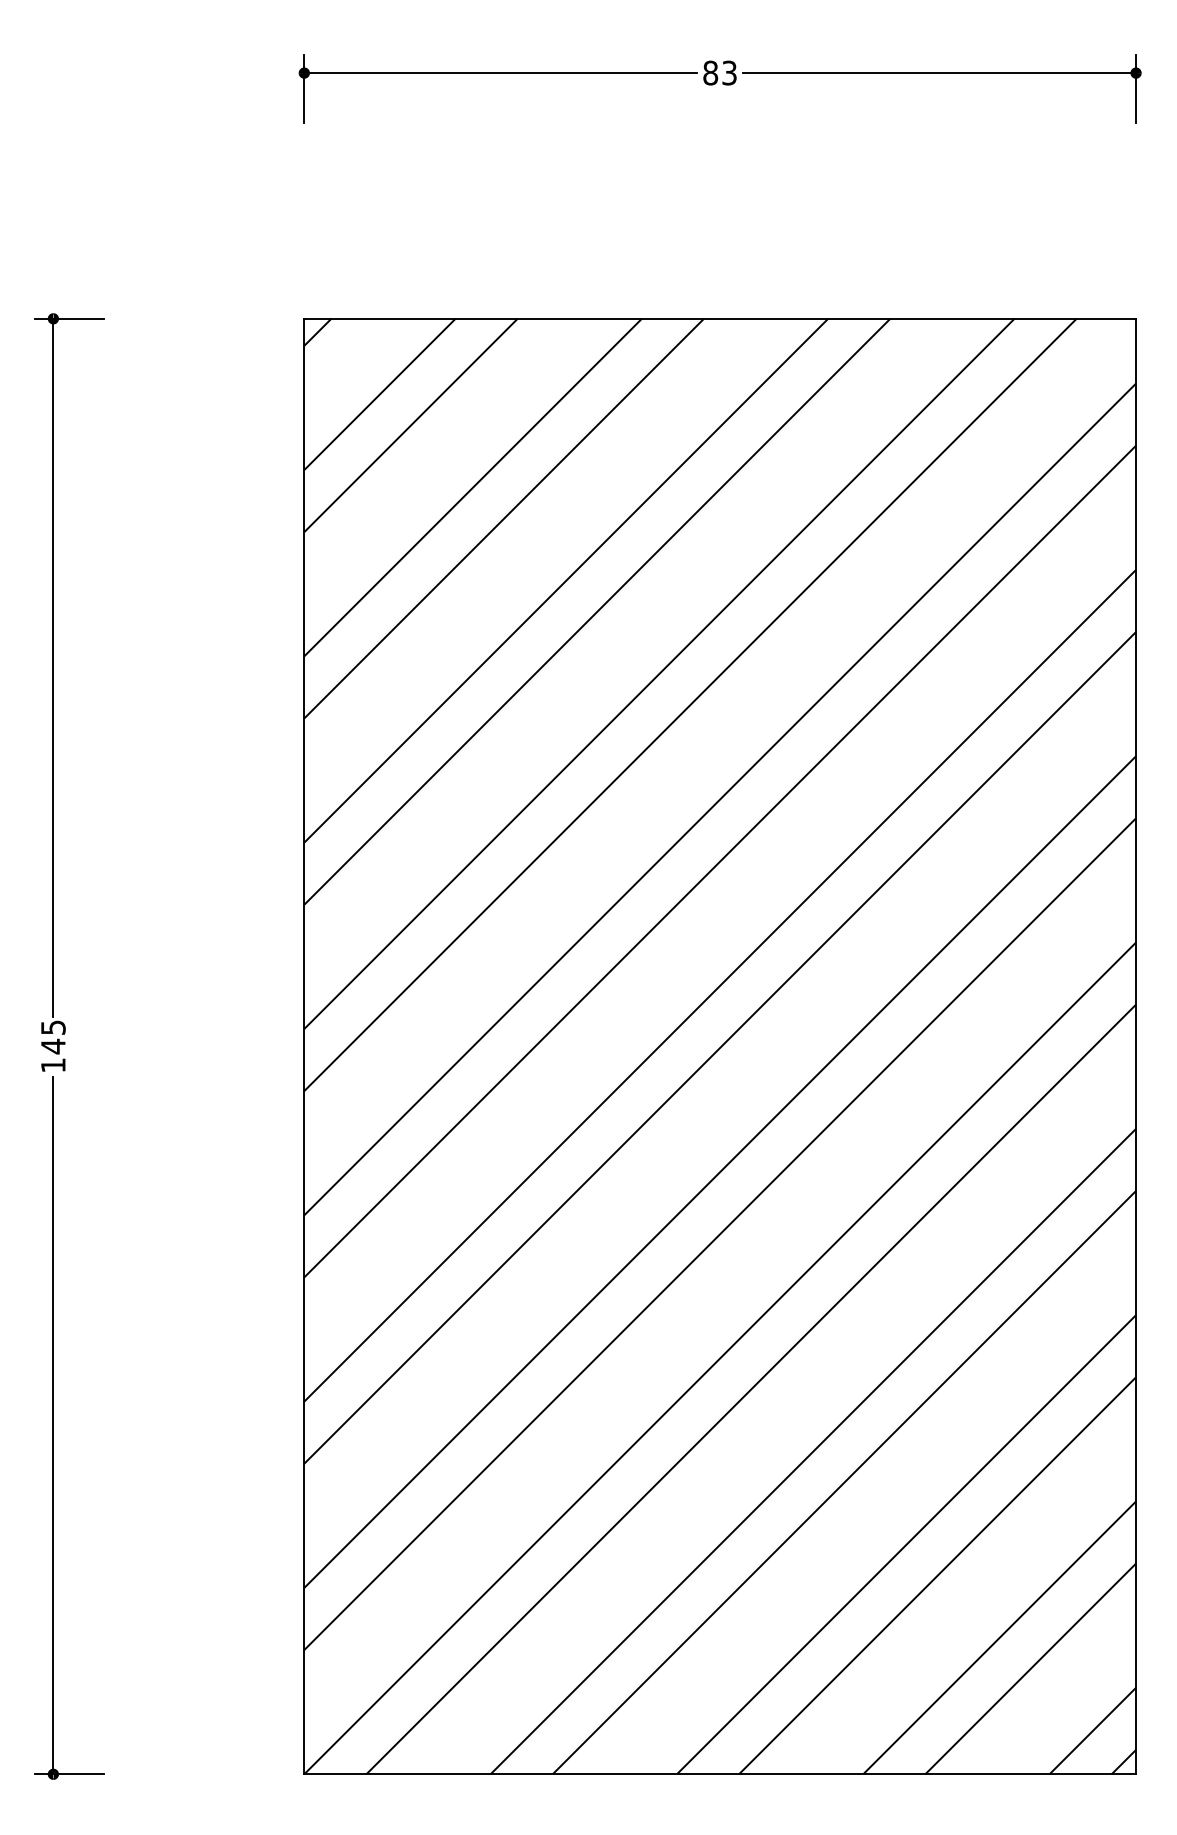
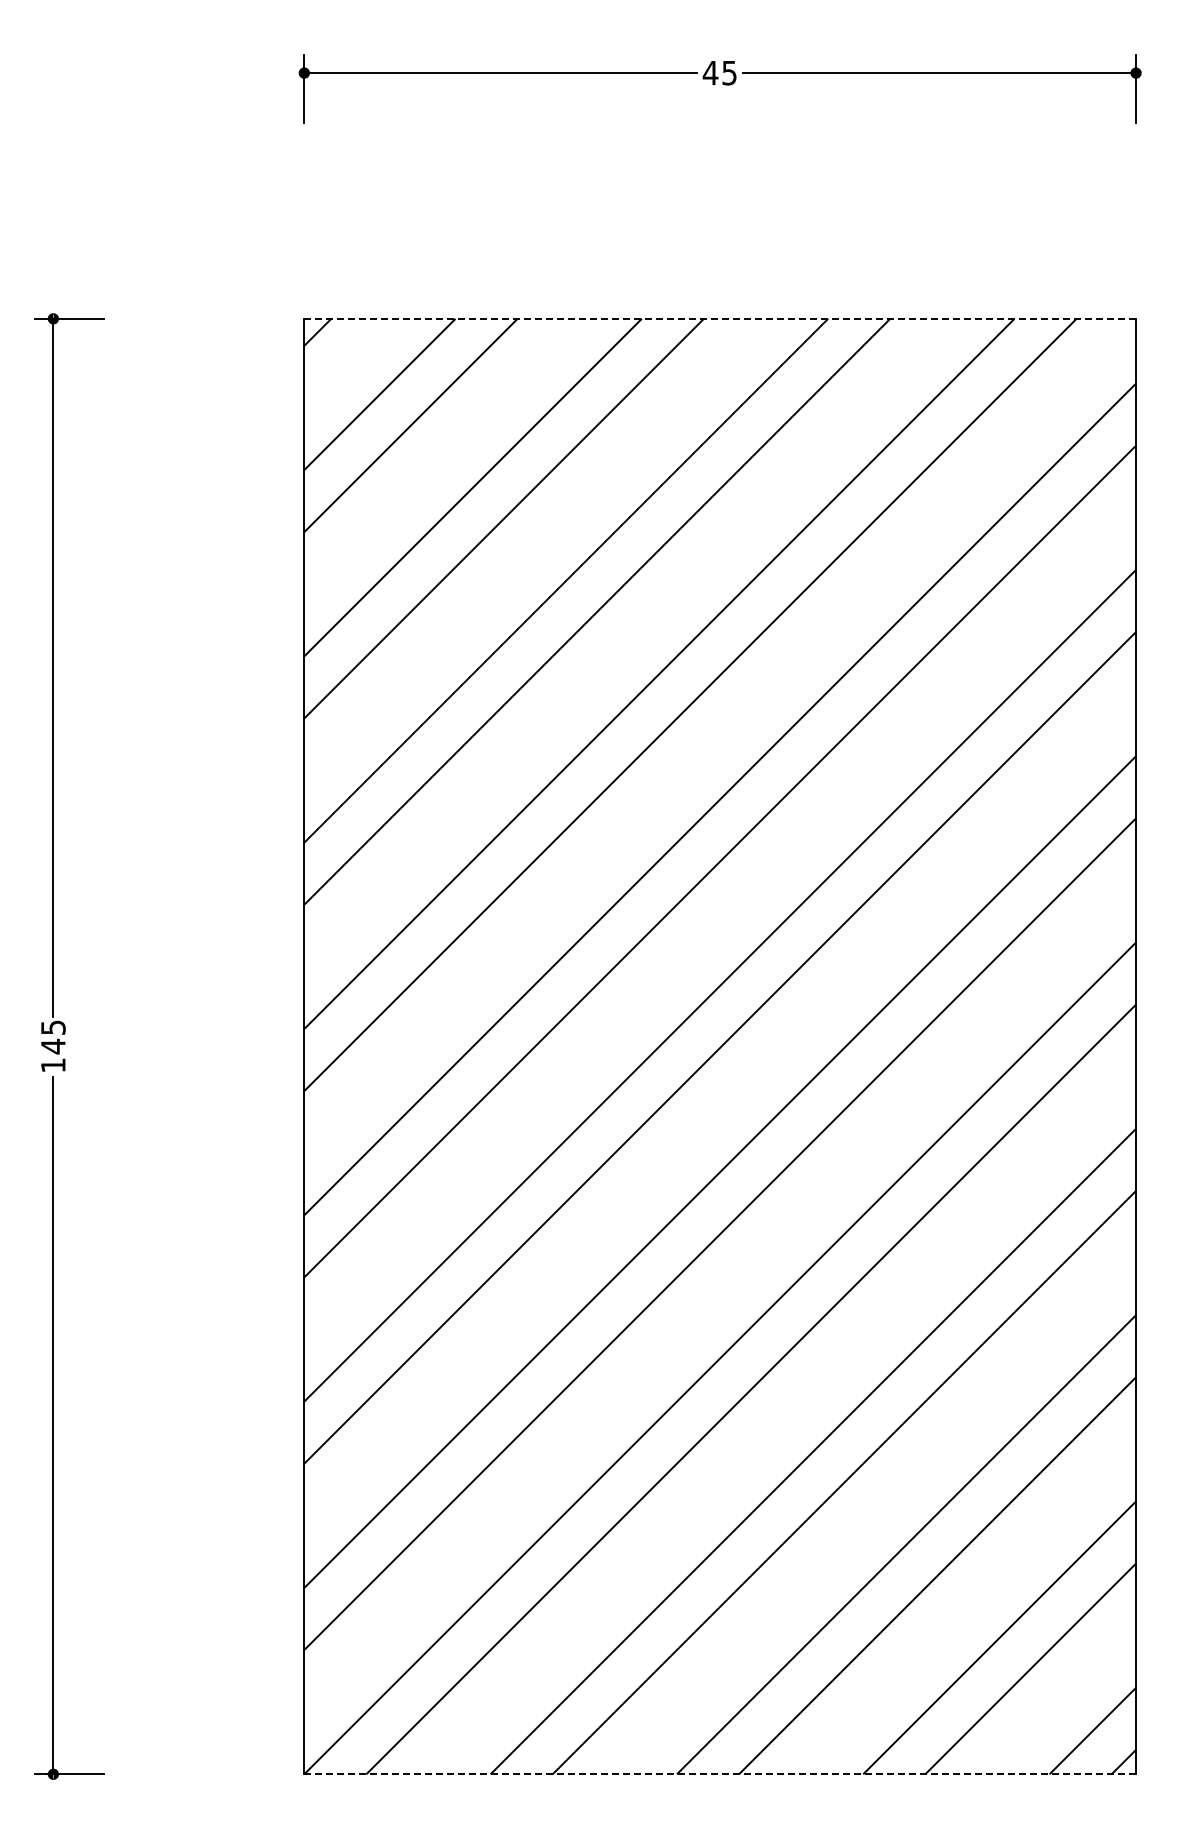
text at (719, 72): 83 -> 45
line at (720, 318): solid -> dashed
line at (720, 1774): solid -> dashed
